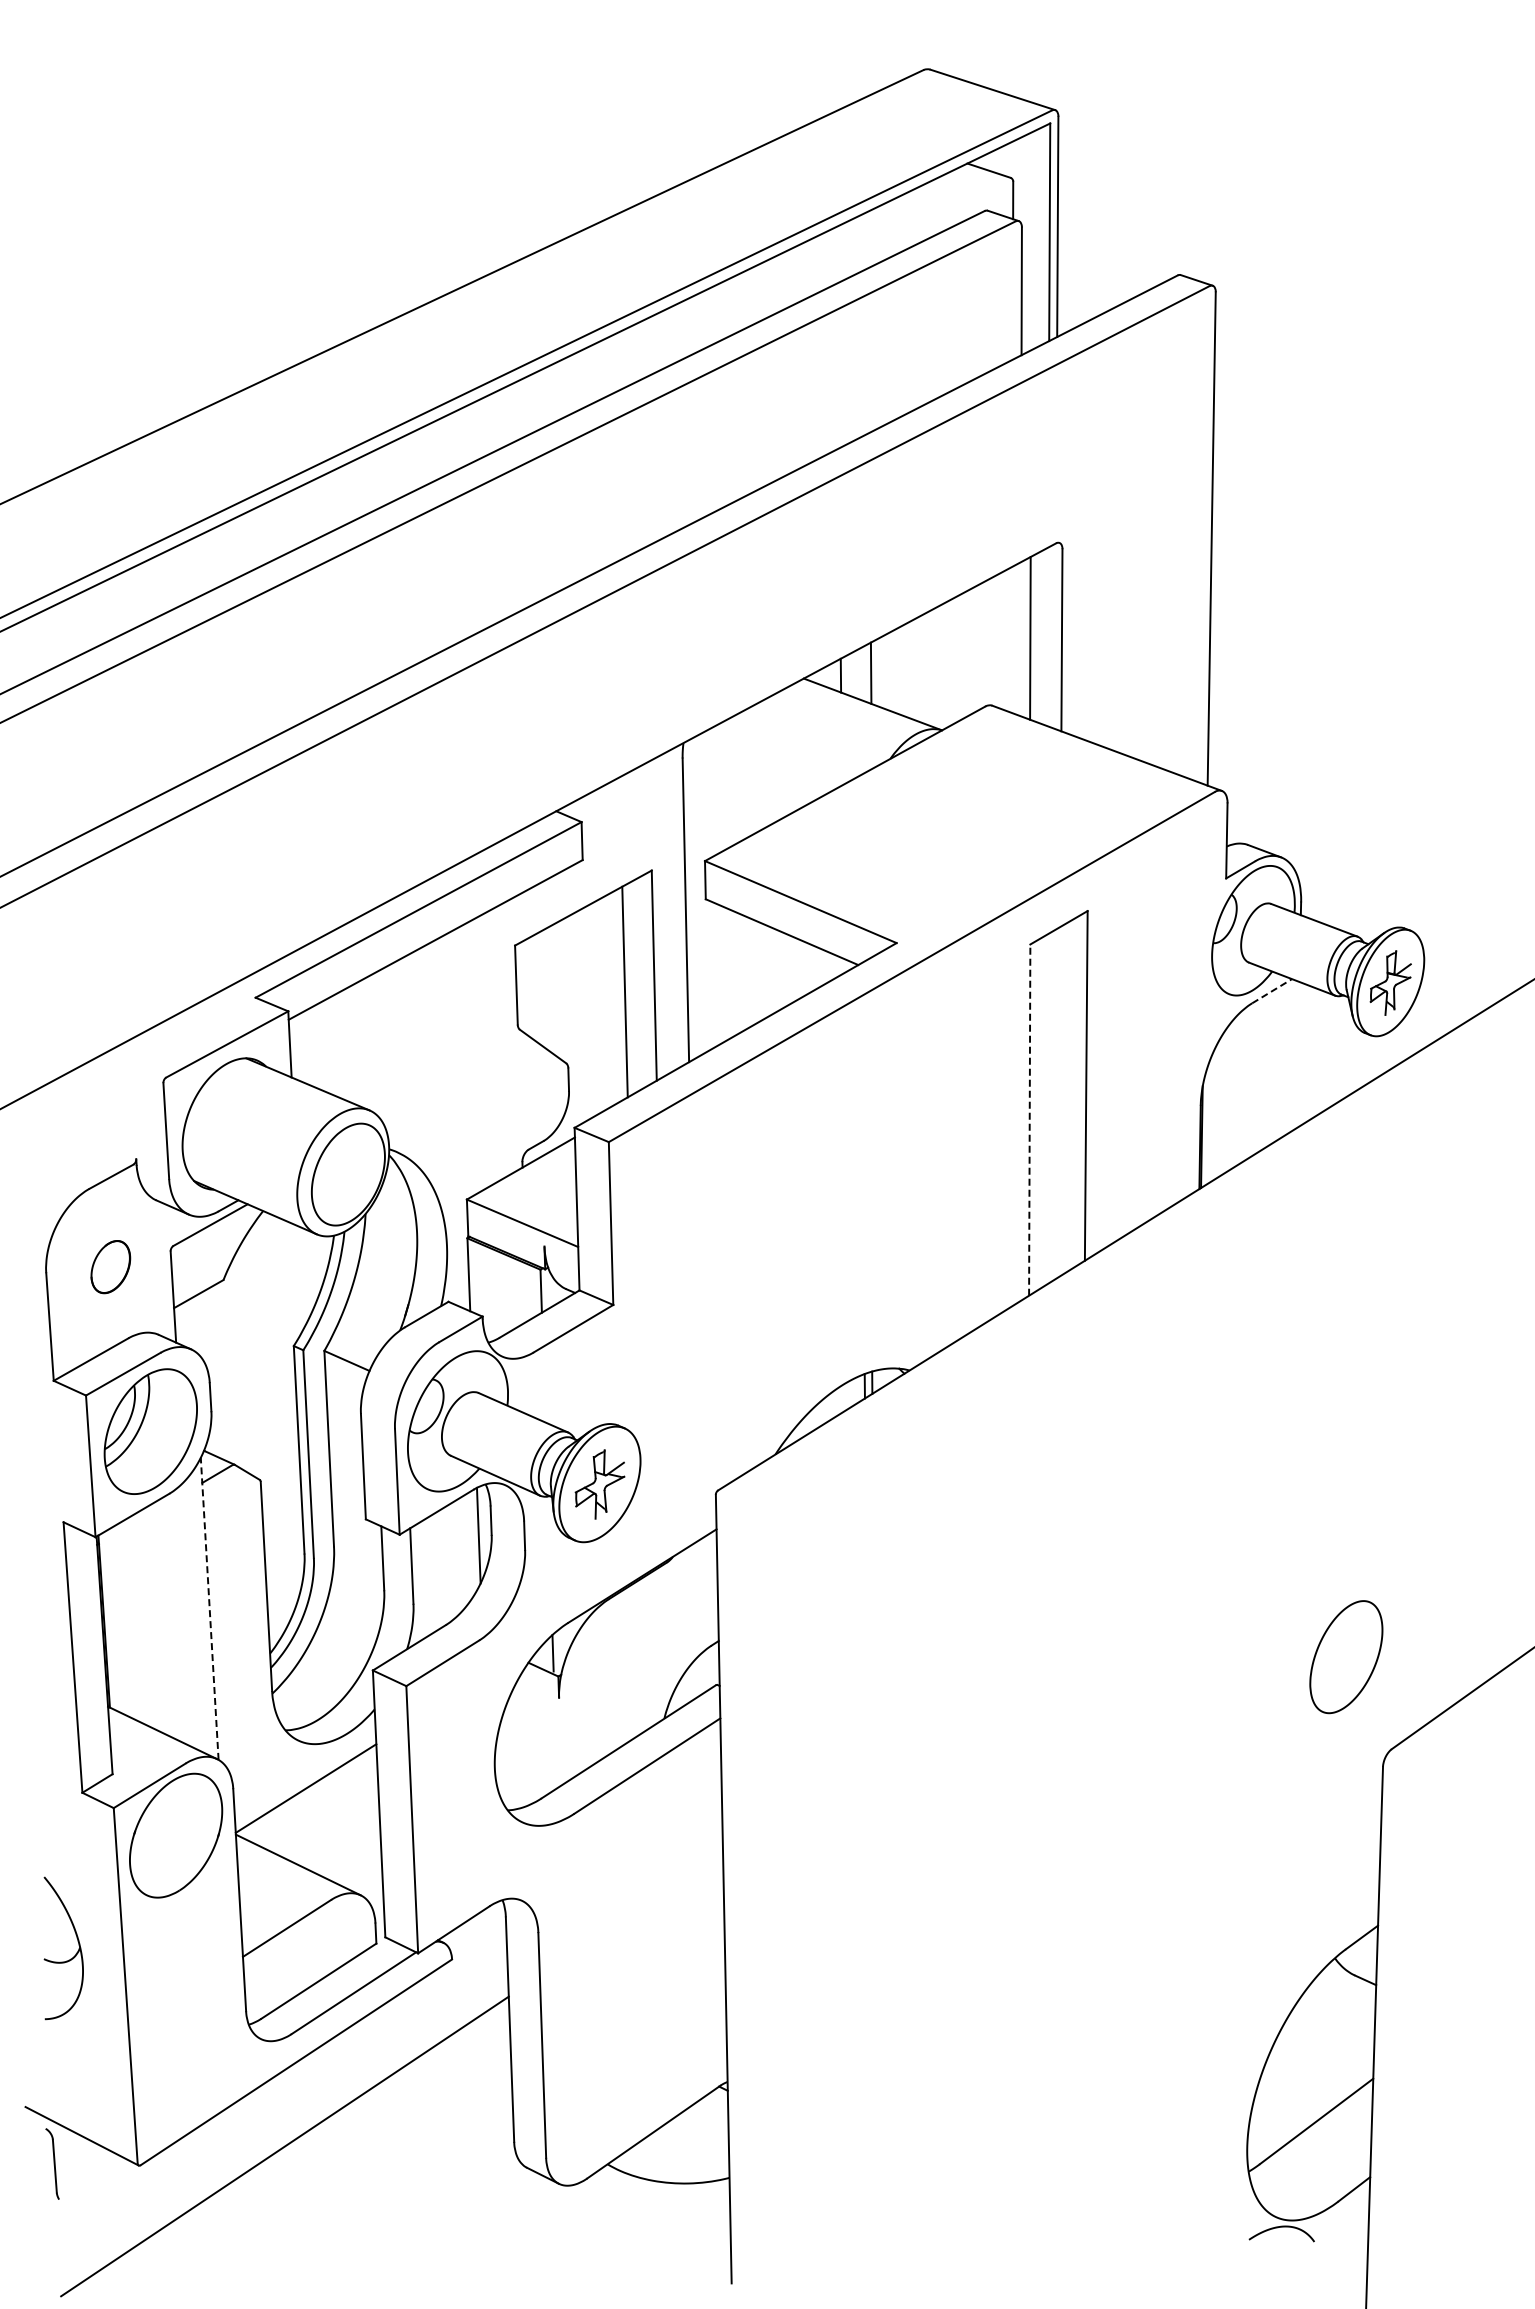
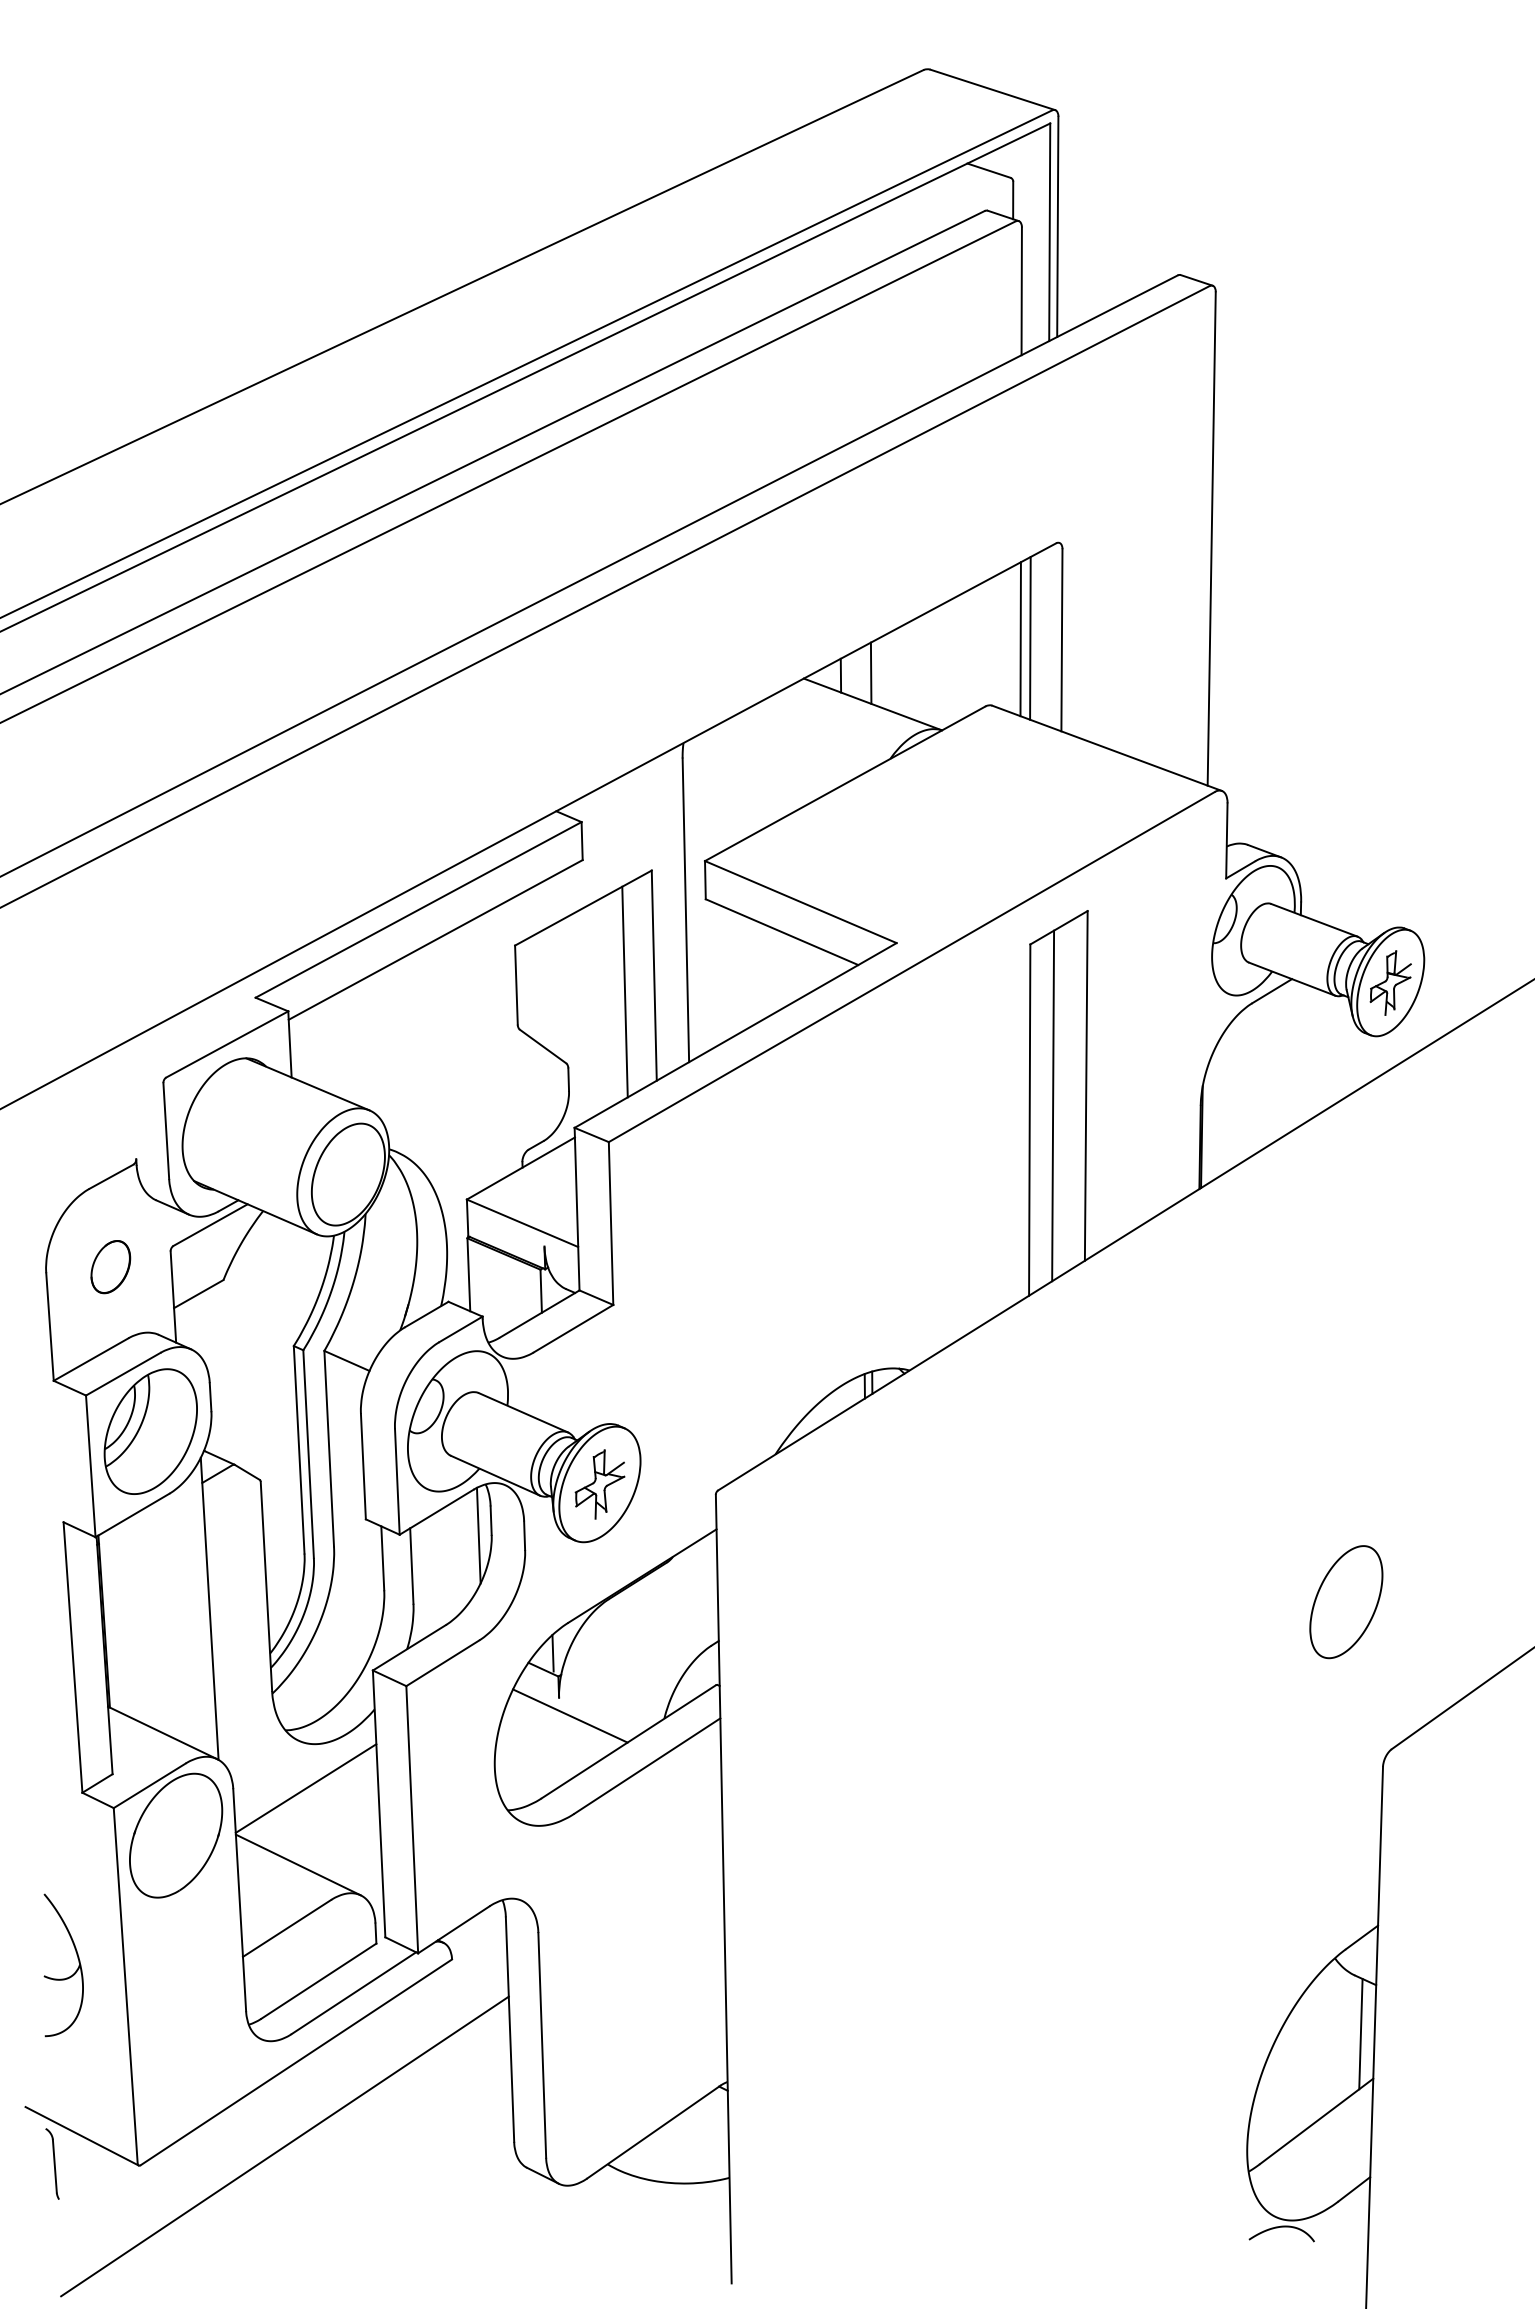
line at (1020, 639): none -> present
line at (1272, 990): dashed -> solid
line at (1053, 1105): none -> present
line at (1029, 1120): dashed -> solid
line at (209, 1608): dashed -> solid
part at (1346, 1657) position: (1346, 1657) -> (1346, 1602)
line at (570, 1715): none -> present
part at (70, 1958) position: (70, 1958) -> (70, 1975)
line at (1360, 2033): none -> present
